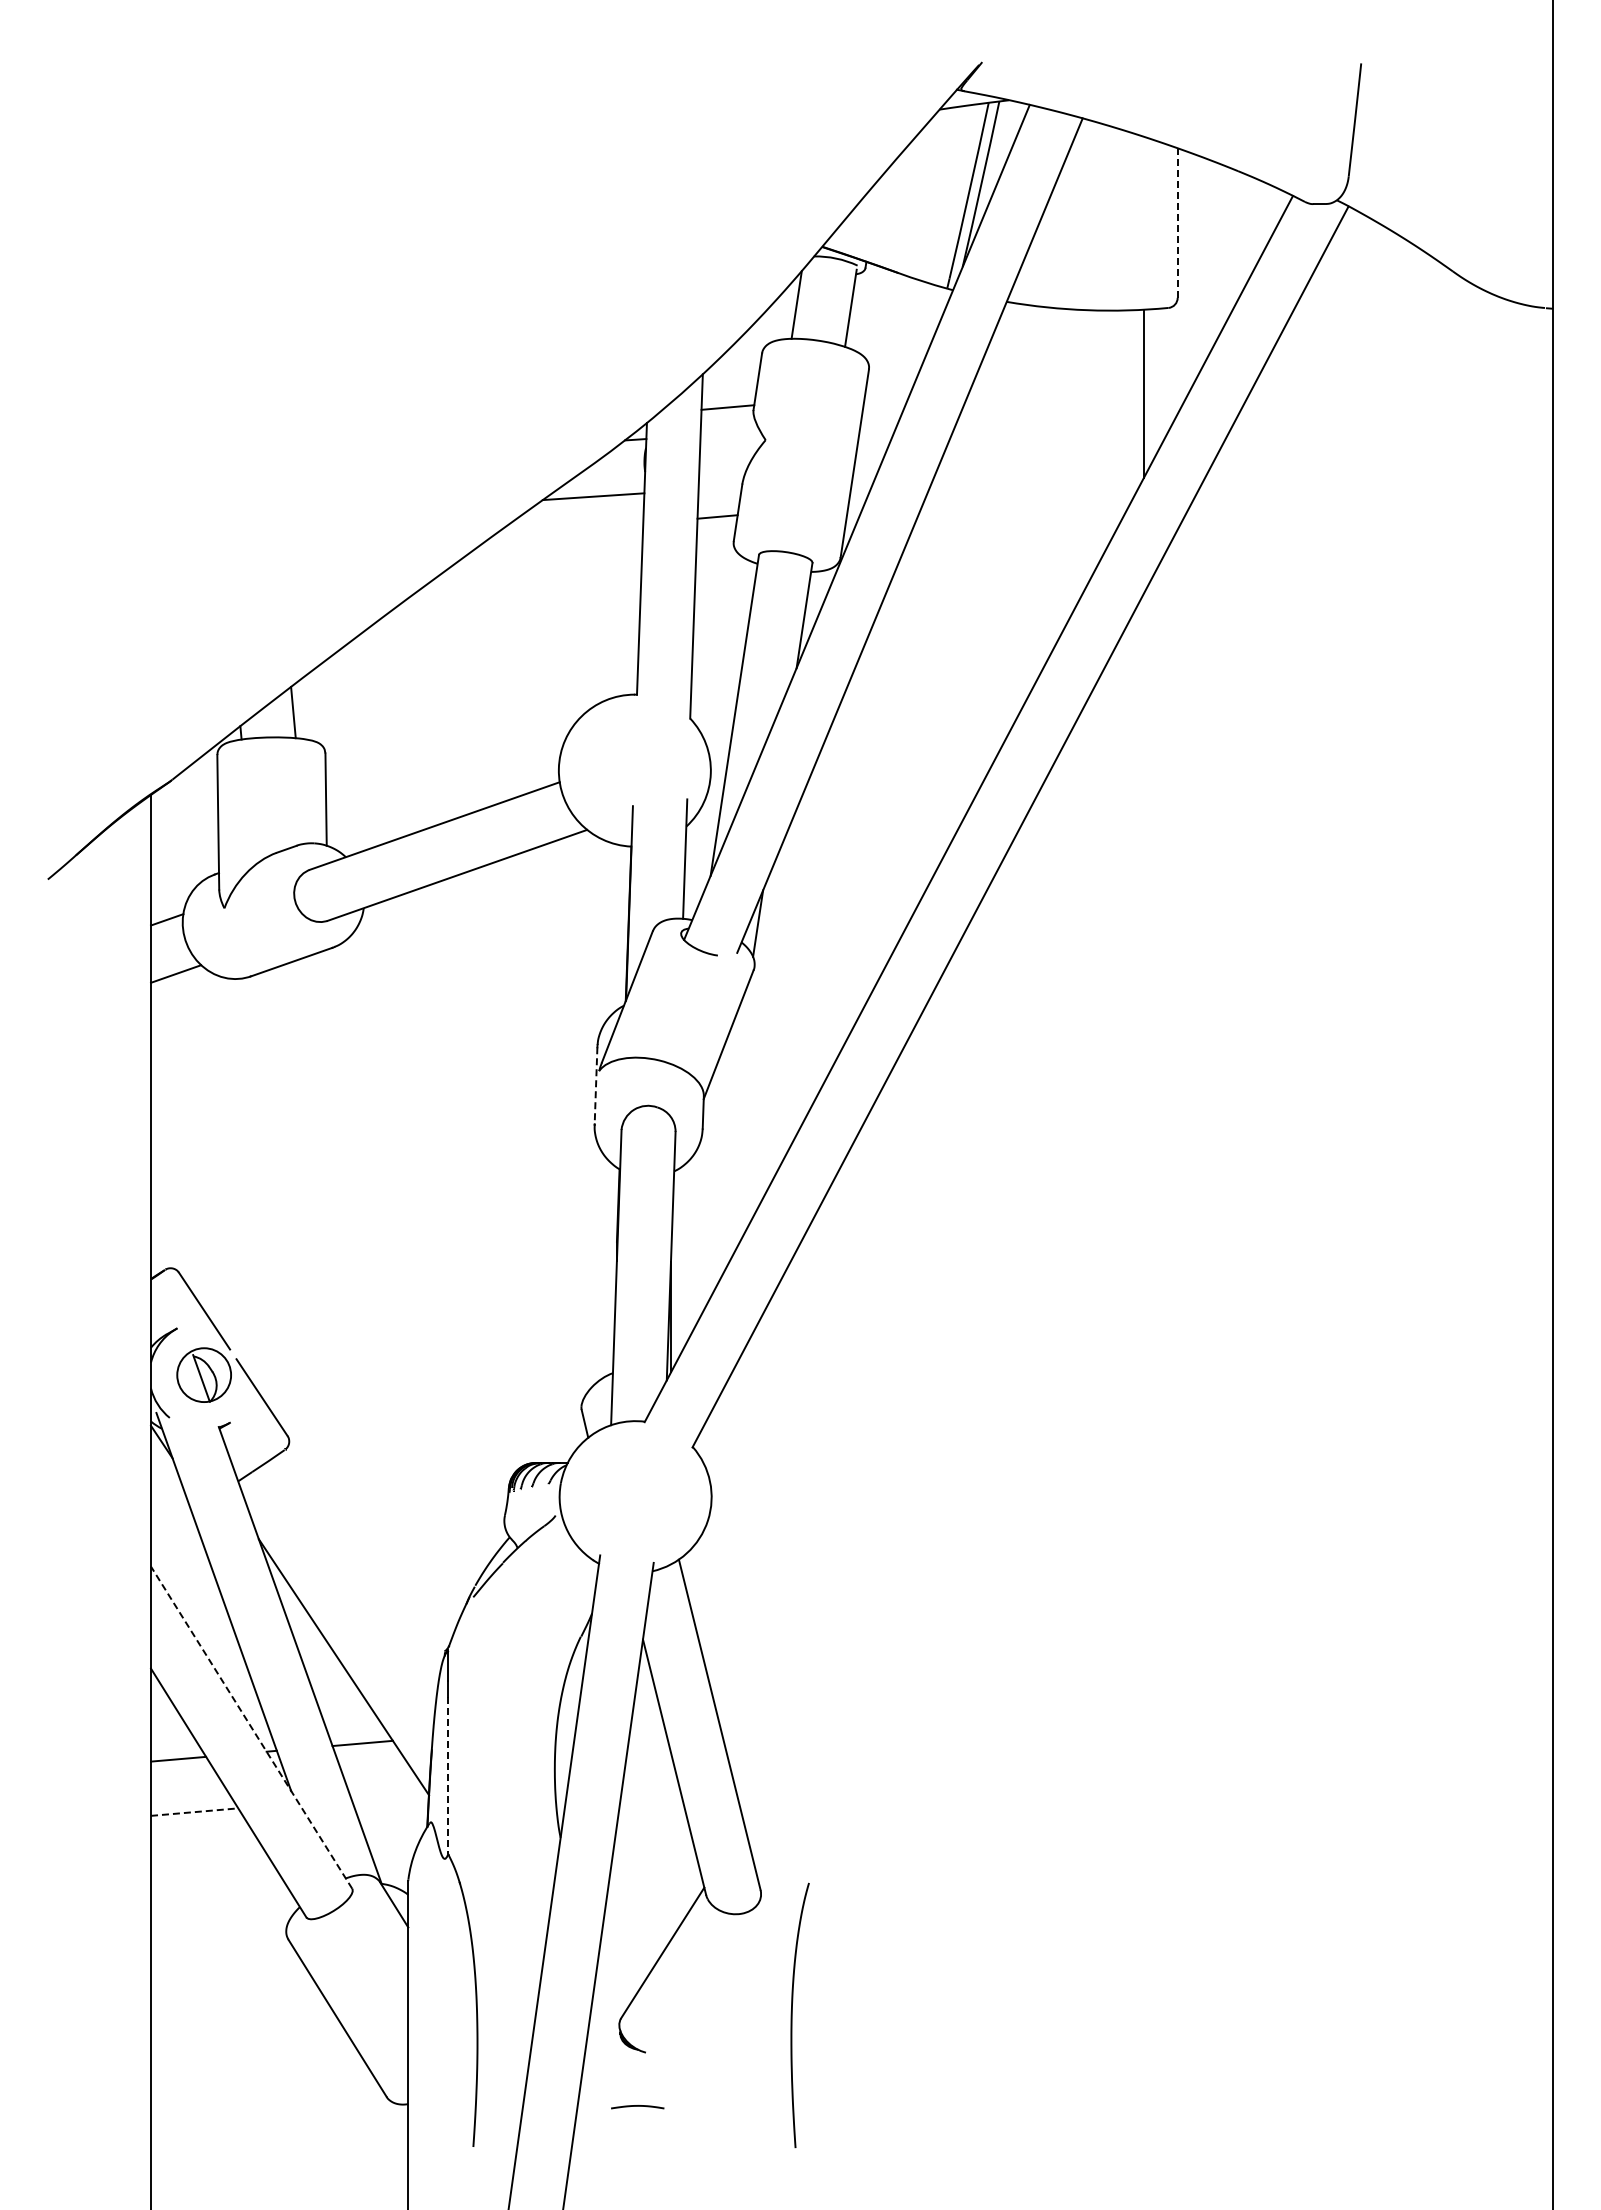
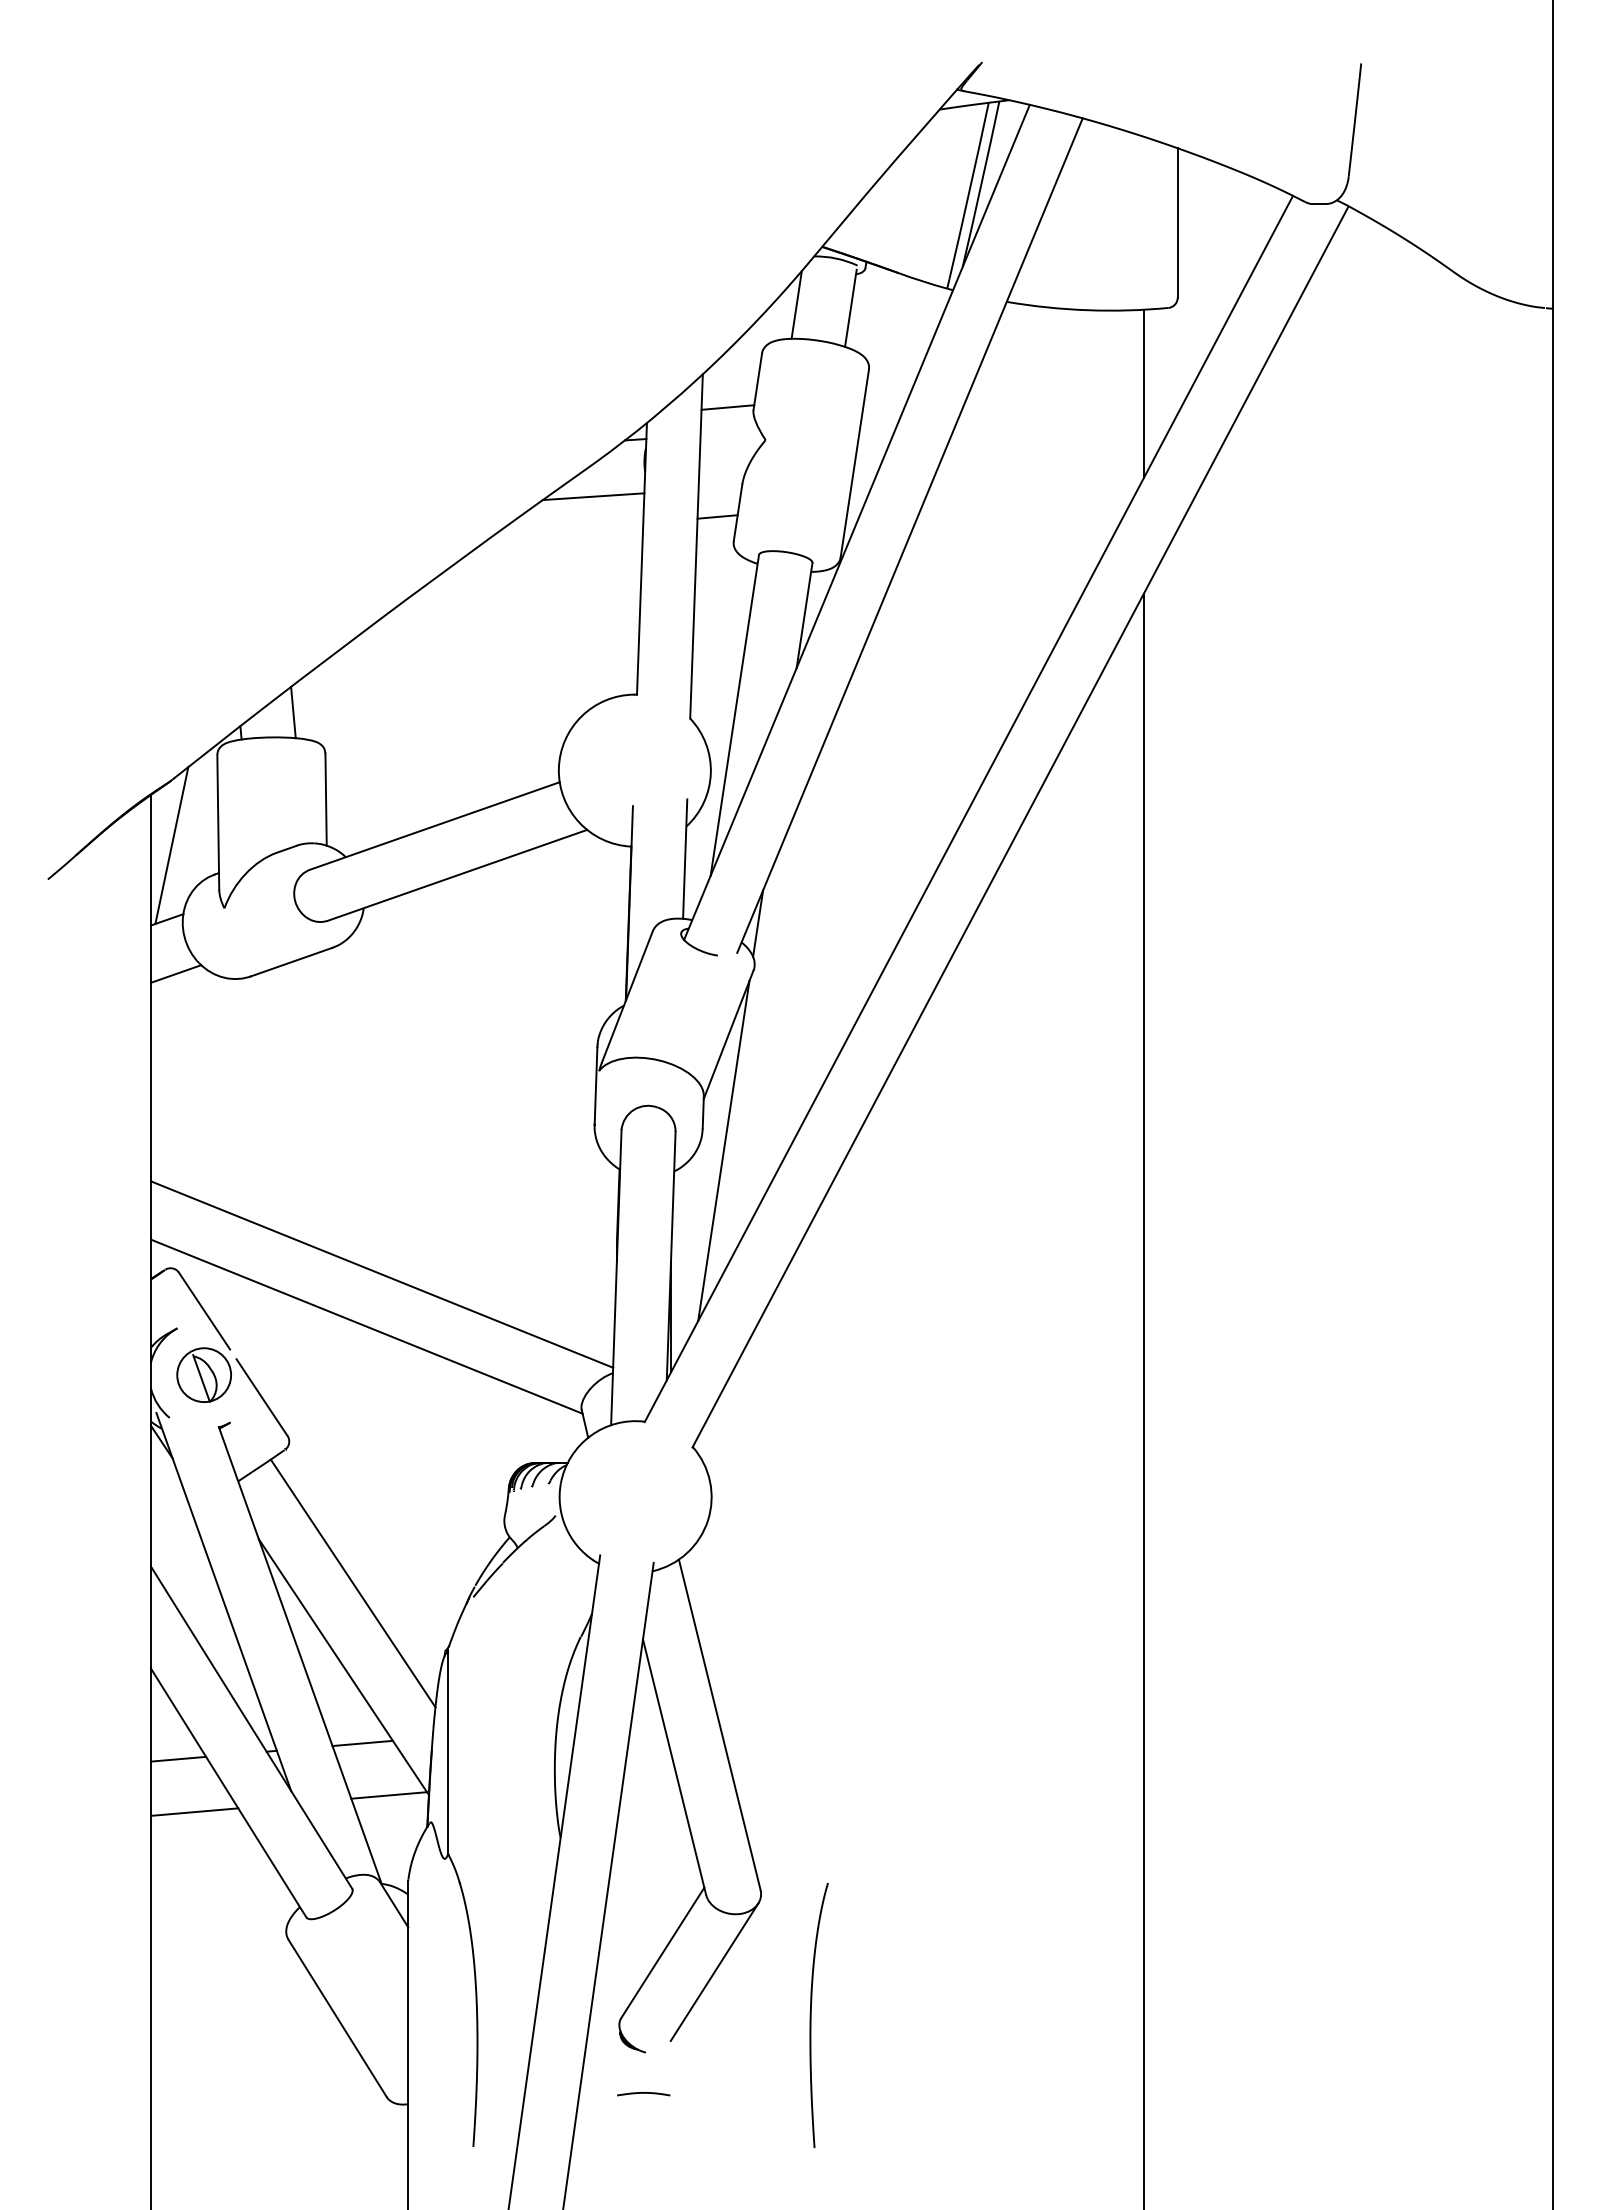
line at (1177, 223): dashed -> solid
line at (171, 845): none -> present
line at (596, 1086): dashed -> solid
line at (723, 1151): none -> present
line at (382, 1274): none -> present
line at (366, 1326): none -> present
line at (1143, 1399): none -> present
line at (352, 1583): none -> present
line at (251, 1727): dashed -> solid
line at (448, 1775): dashed -> solid
line at (389, 1795): none -> present
line at (194, 1812): dashed -> solid
line at (714, 1971): none -> present
curve at (792, 2015) position: (792, 2015) -> (811, 2015)
curve at (637, 2106) position: (637, 2106) -> (643, 2093)
